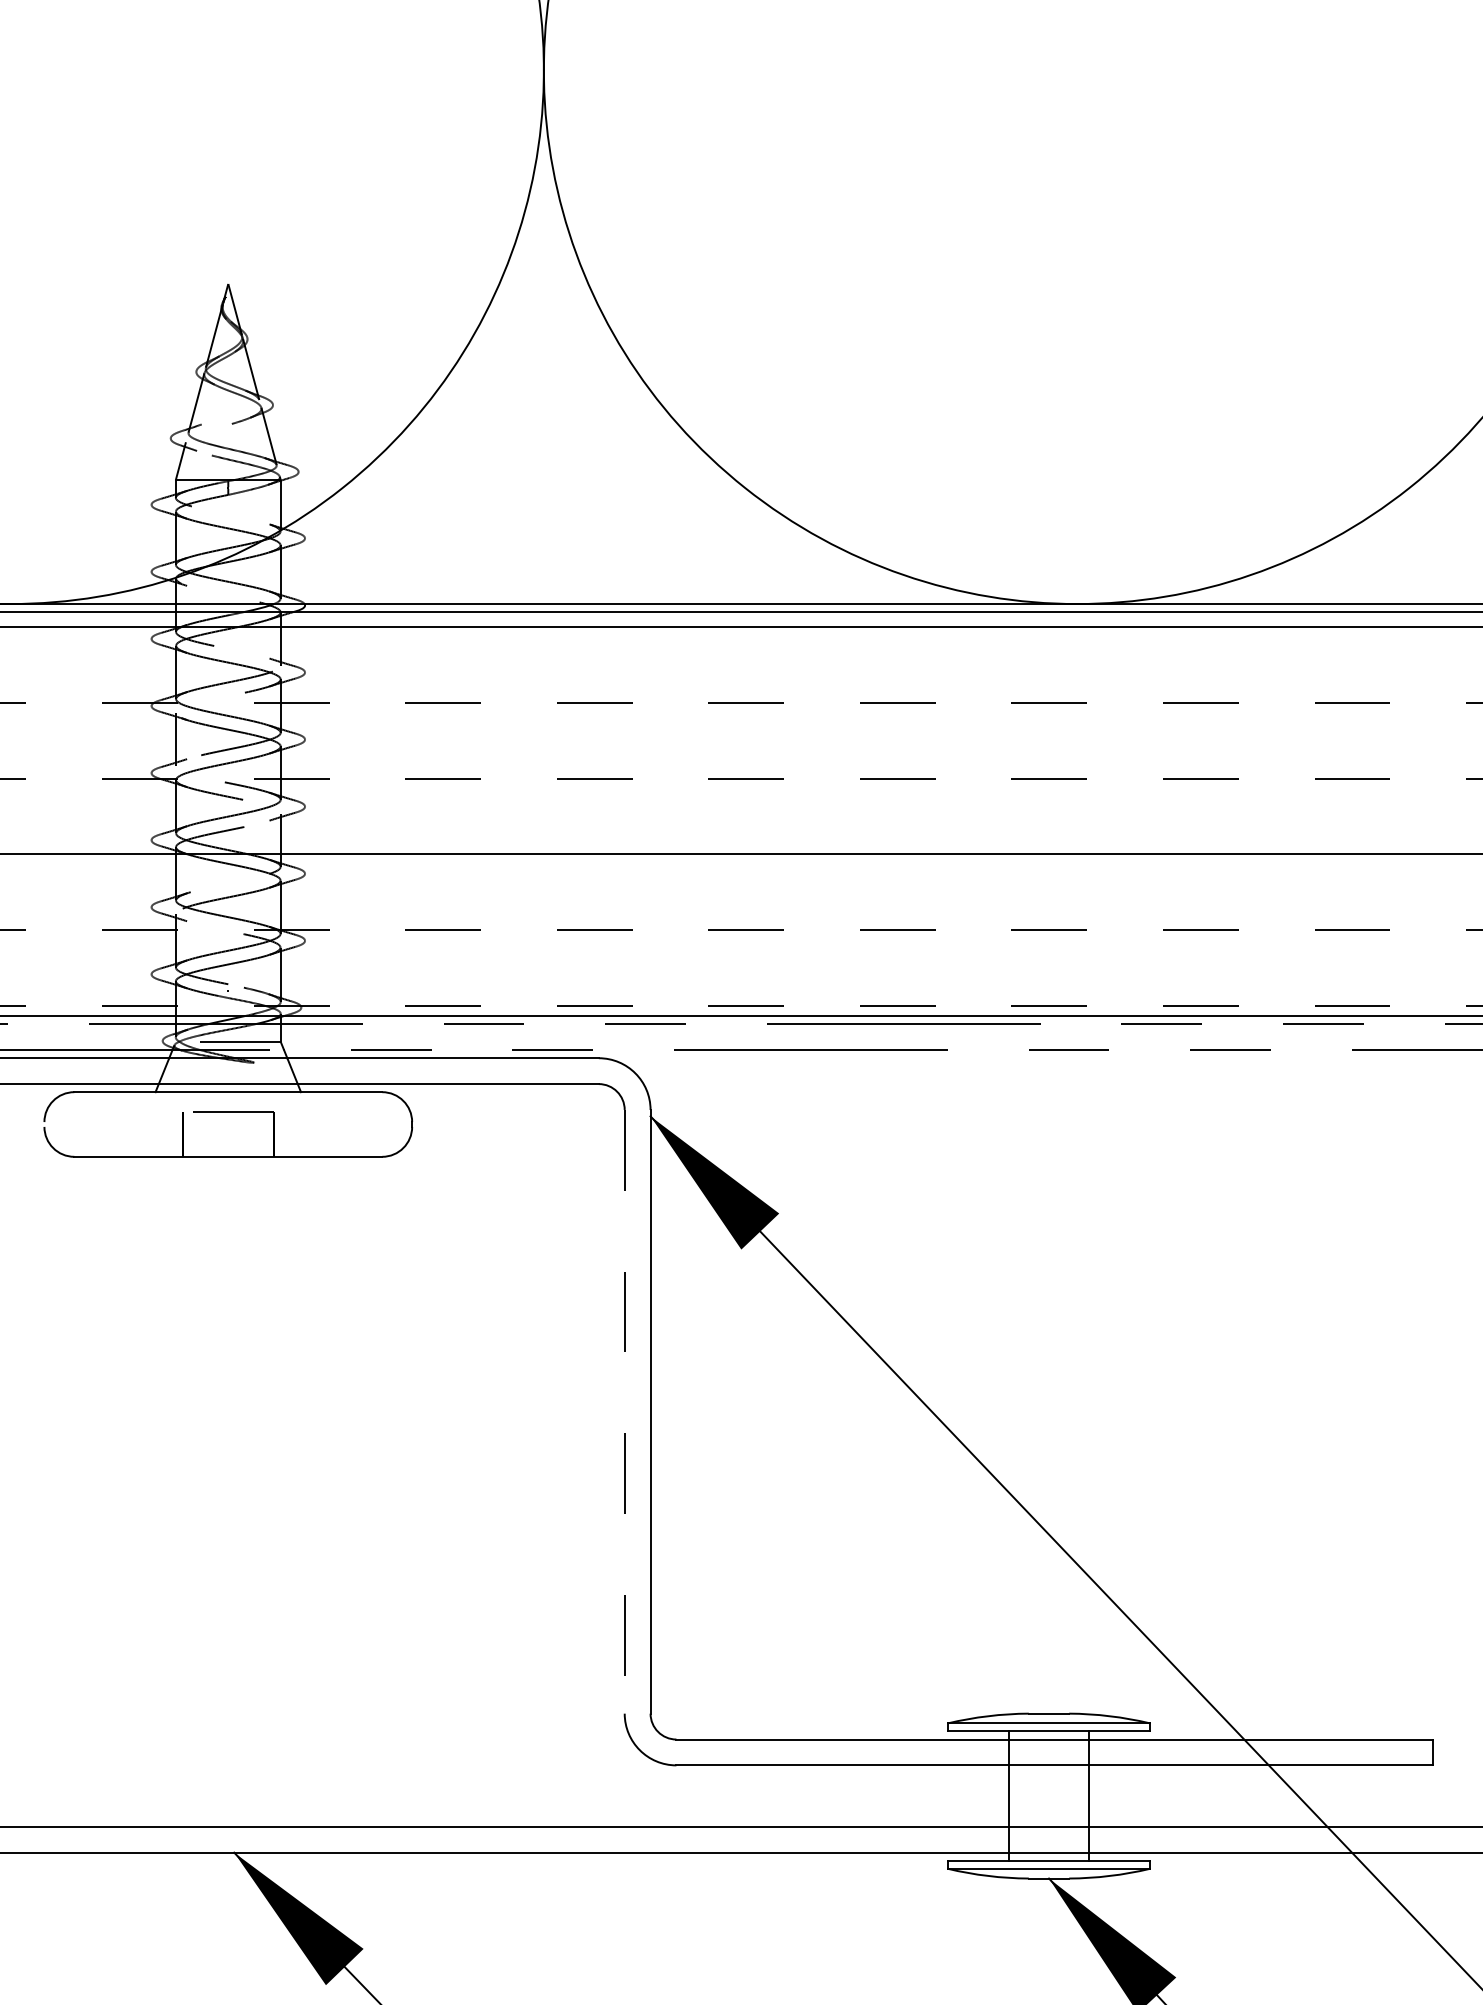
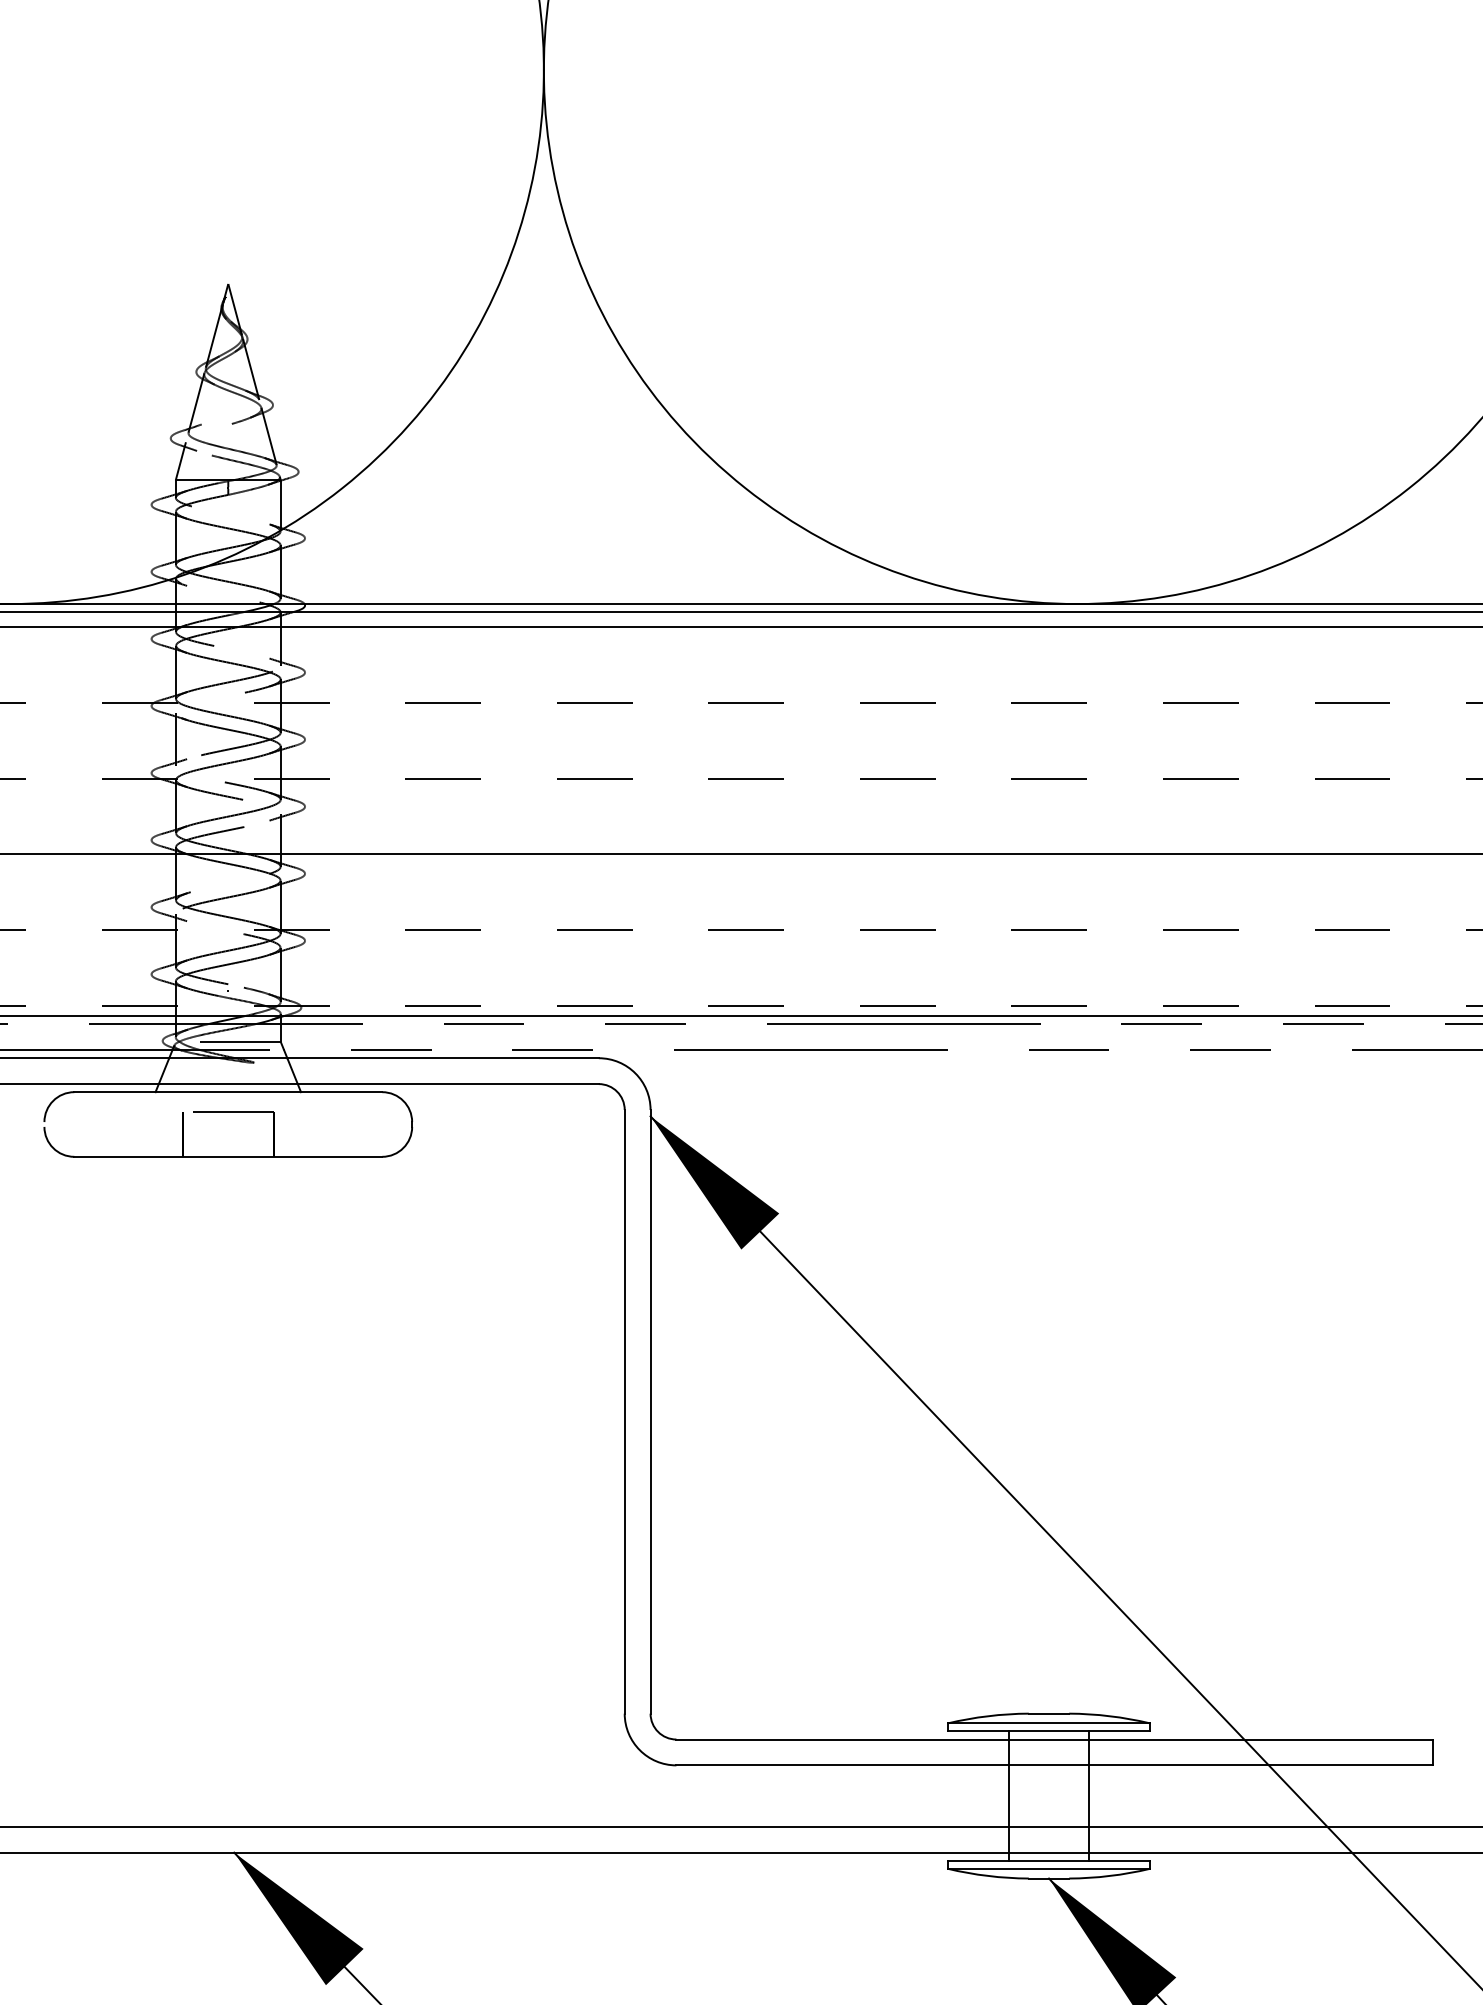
line at (624, 1411): dashed -> solid
